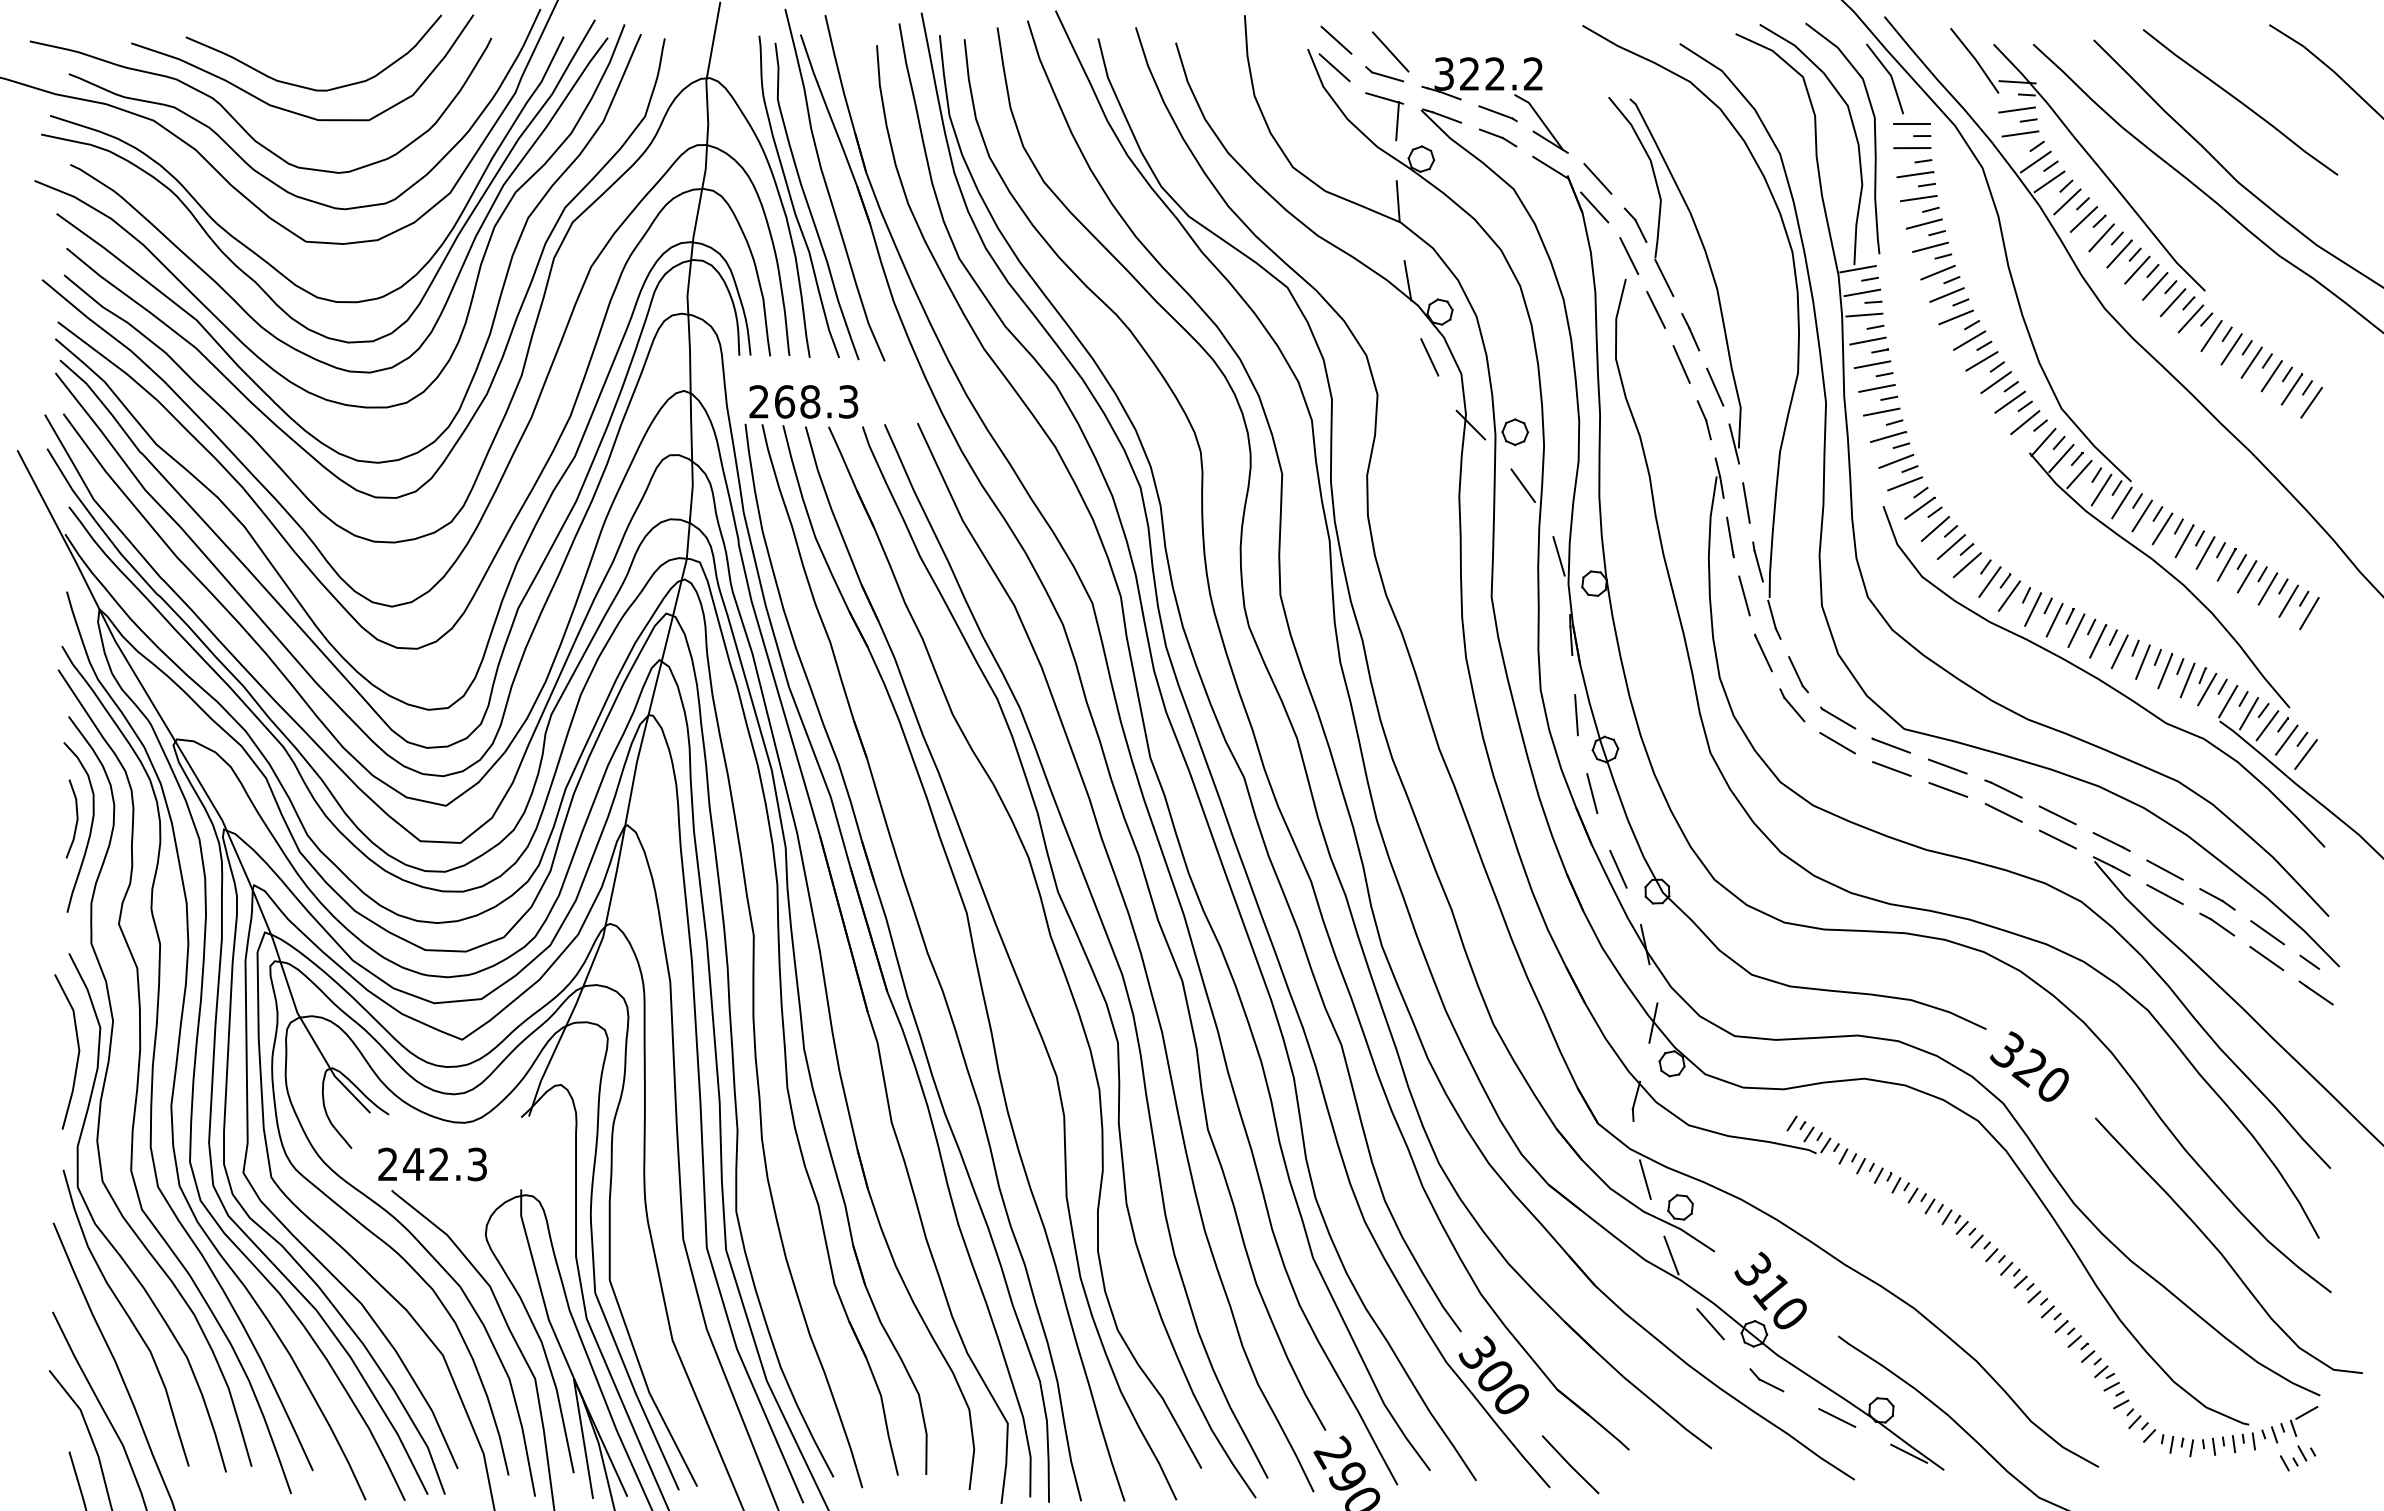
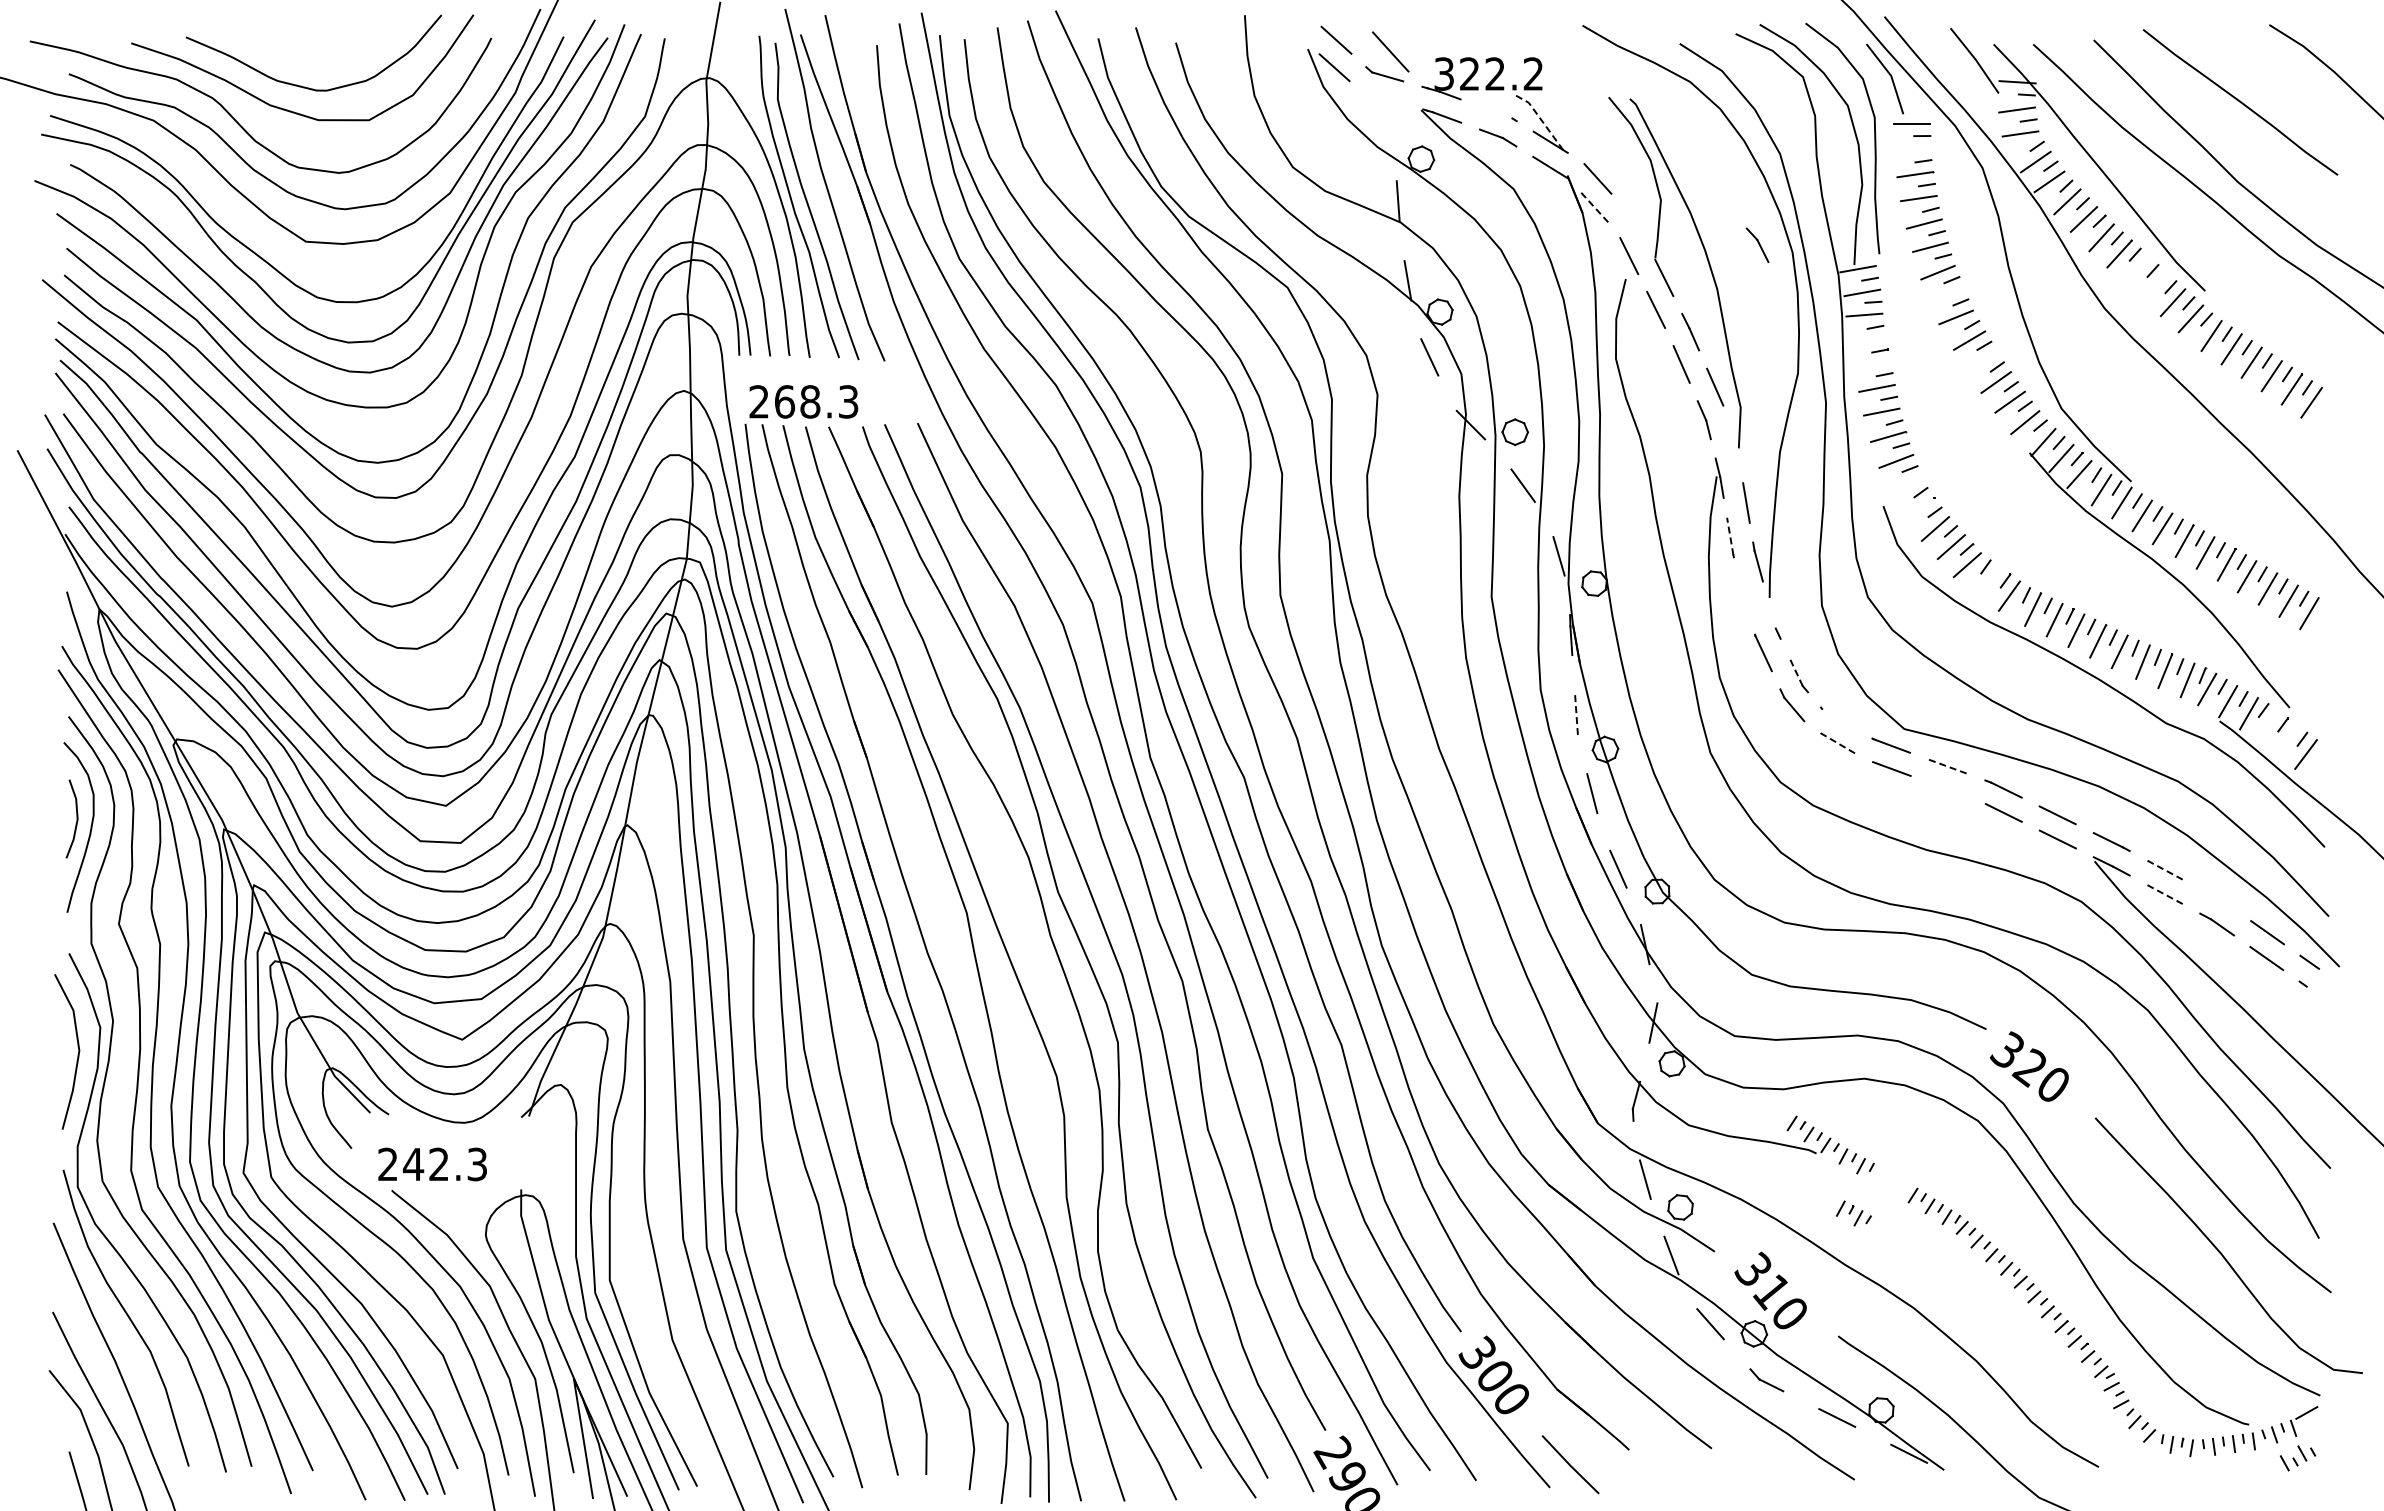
line at (1495, 112): present -> none
part at (1396, 118): present -> none
line at (1540, 118): solid -> dashed
line at (1912, 148): present -> none
line at (1594, 207): solid -> dashed
part at (1635, 224) position: (1635, 224) -> (1757, 244)
line at (2137, 269): present -> none
line at (2155, 286): present -> none
line at (1946, 294): present -> none
line at (1867, 340): present -> none
line at (1981, 361): present -> none
line at (1872, 364): present -> none
line at (1734, 443): present -> none
line at (1904, 483): present -> none
line at (1919, 507): present -> none
line at (1730, 536): solid -> dashed
line at (1989, 581): present -> none
line at (1744, 595): present -> none
line at (1771, 614): present -> none
line at (1795, 671): solid -> dashed
line at (1576, 715): solid -> dashed
line at (1838, 718): present -> none
line at (2267, 725): present -> none
line at (2286, 739): present -> none
line at (1837, 742): solid -> dashed
line at (1947, 766): solid -> dashed
line at (1948, 789): present -> none
line at (2164, 869): solid -> dashed
line at (2164, 894): solid -> dashed
part at (2217, 899): present -> none
line at (2319, 995): present -> none
part at (1891, 1180) position: (1891, 1180) -> (1853, 1213)
